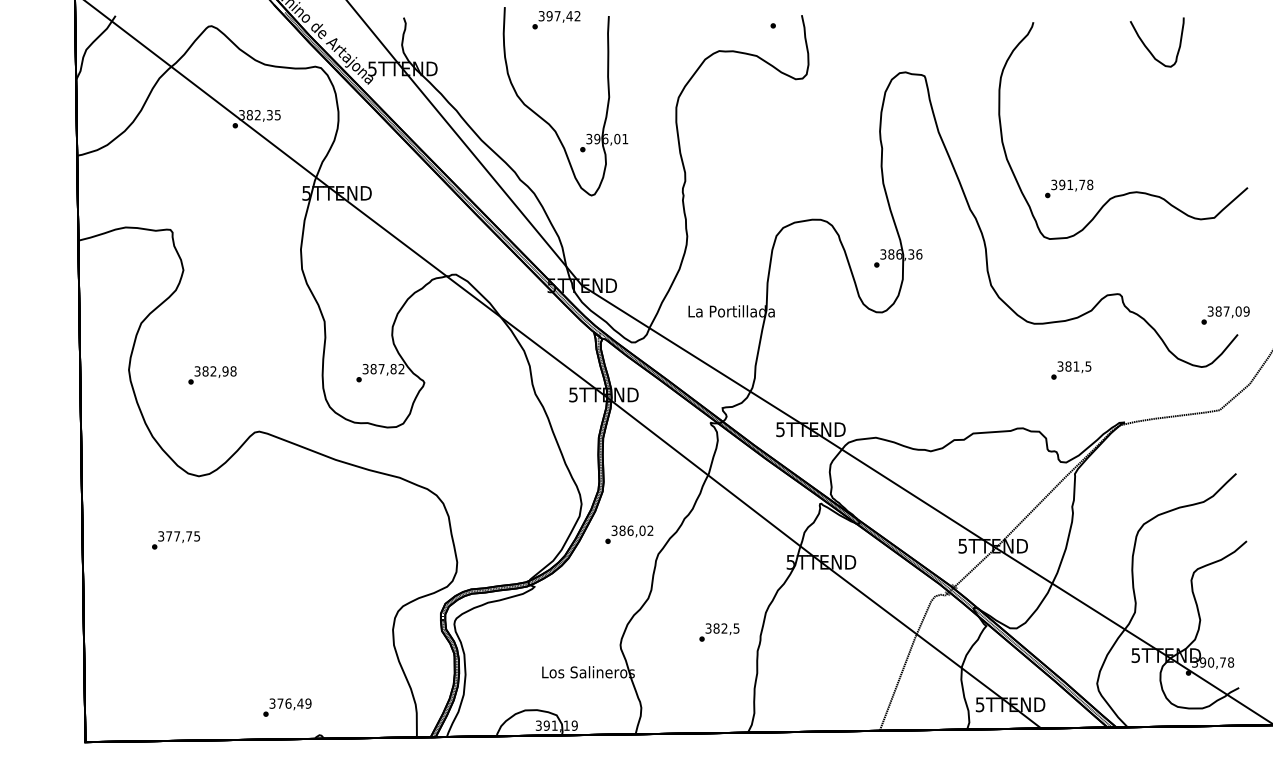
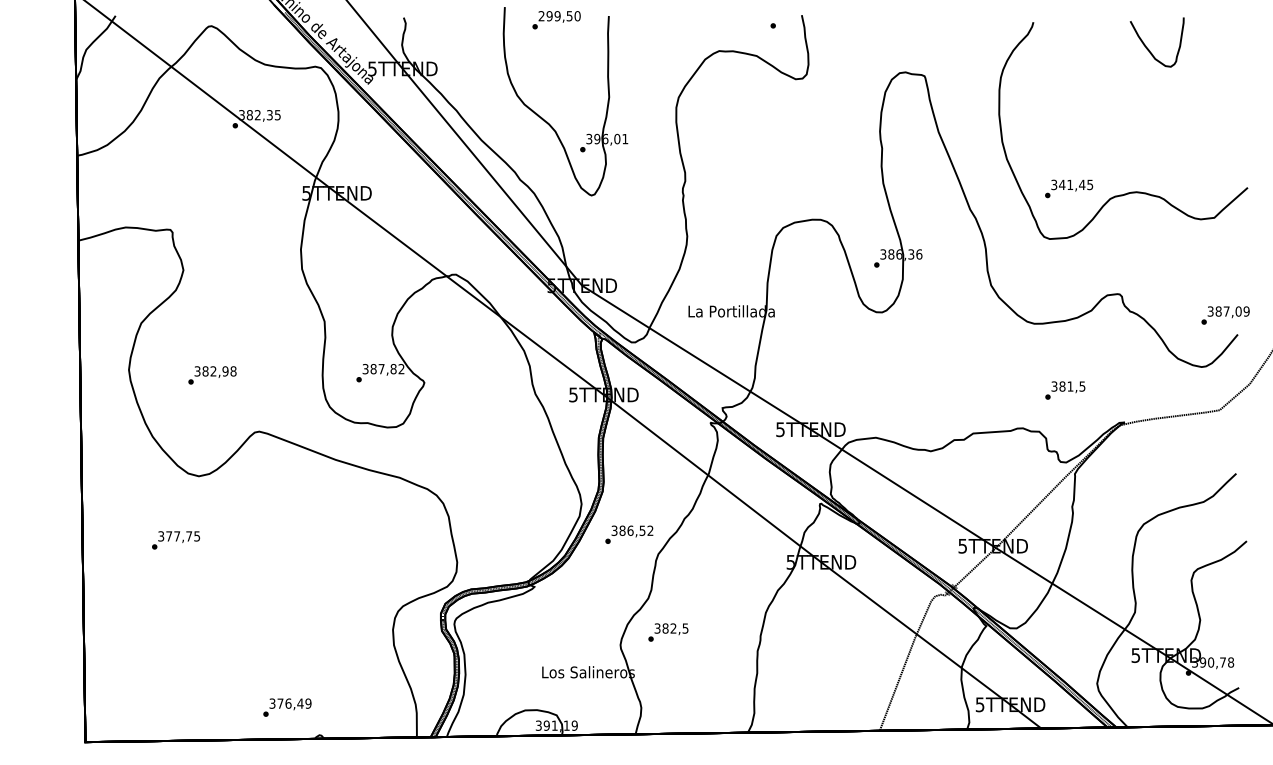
text at (559, 16): 397,42 -> 299,50
text at (1076, 184): 391,78 -> 341,45
text at (1071, 370) position: (1071, 370) -> (1065, 390)
text at (642, 530): 386,02 -> 386,52
text at (719, 632) position: (719, 632) -> (668, 632)
